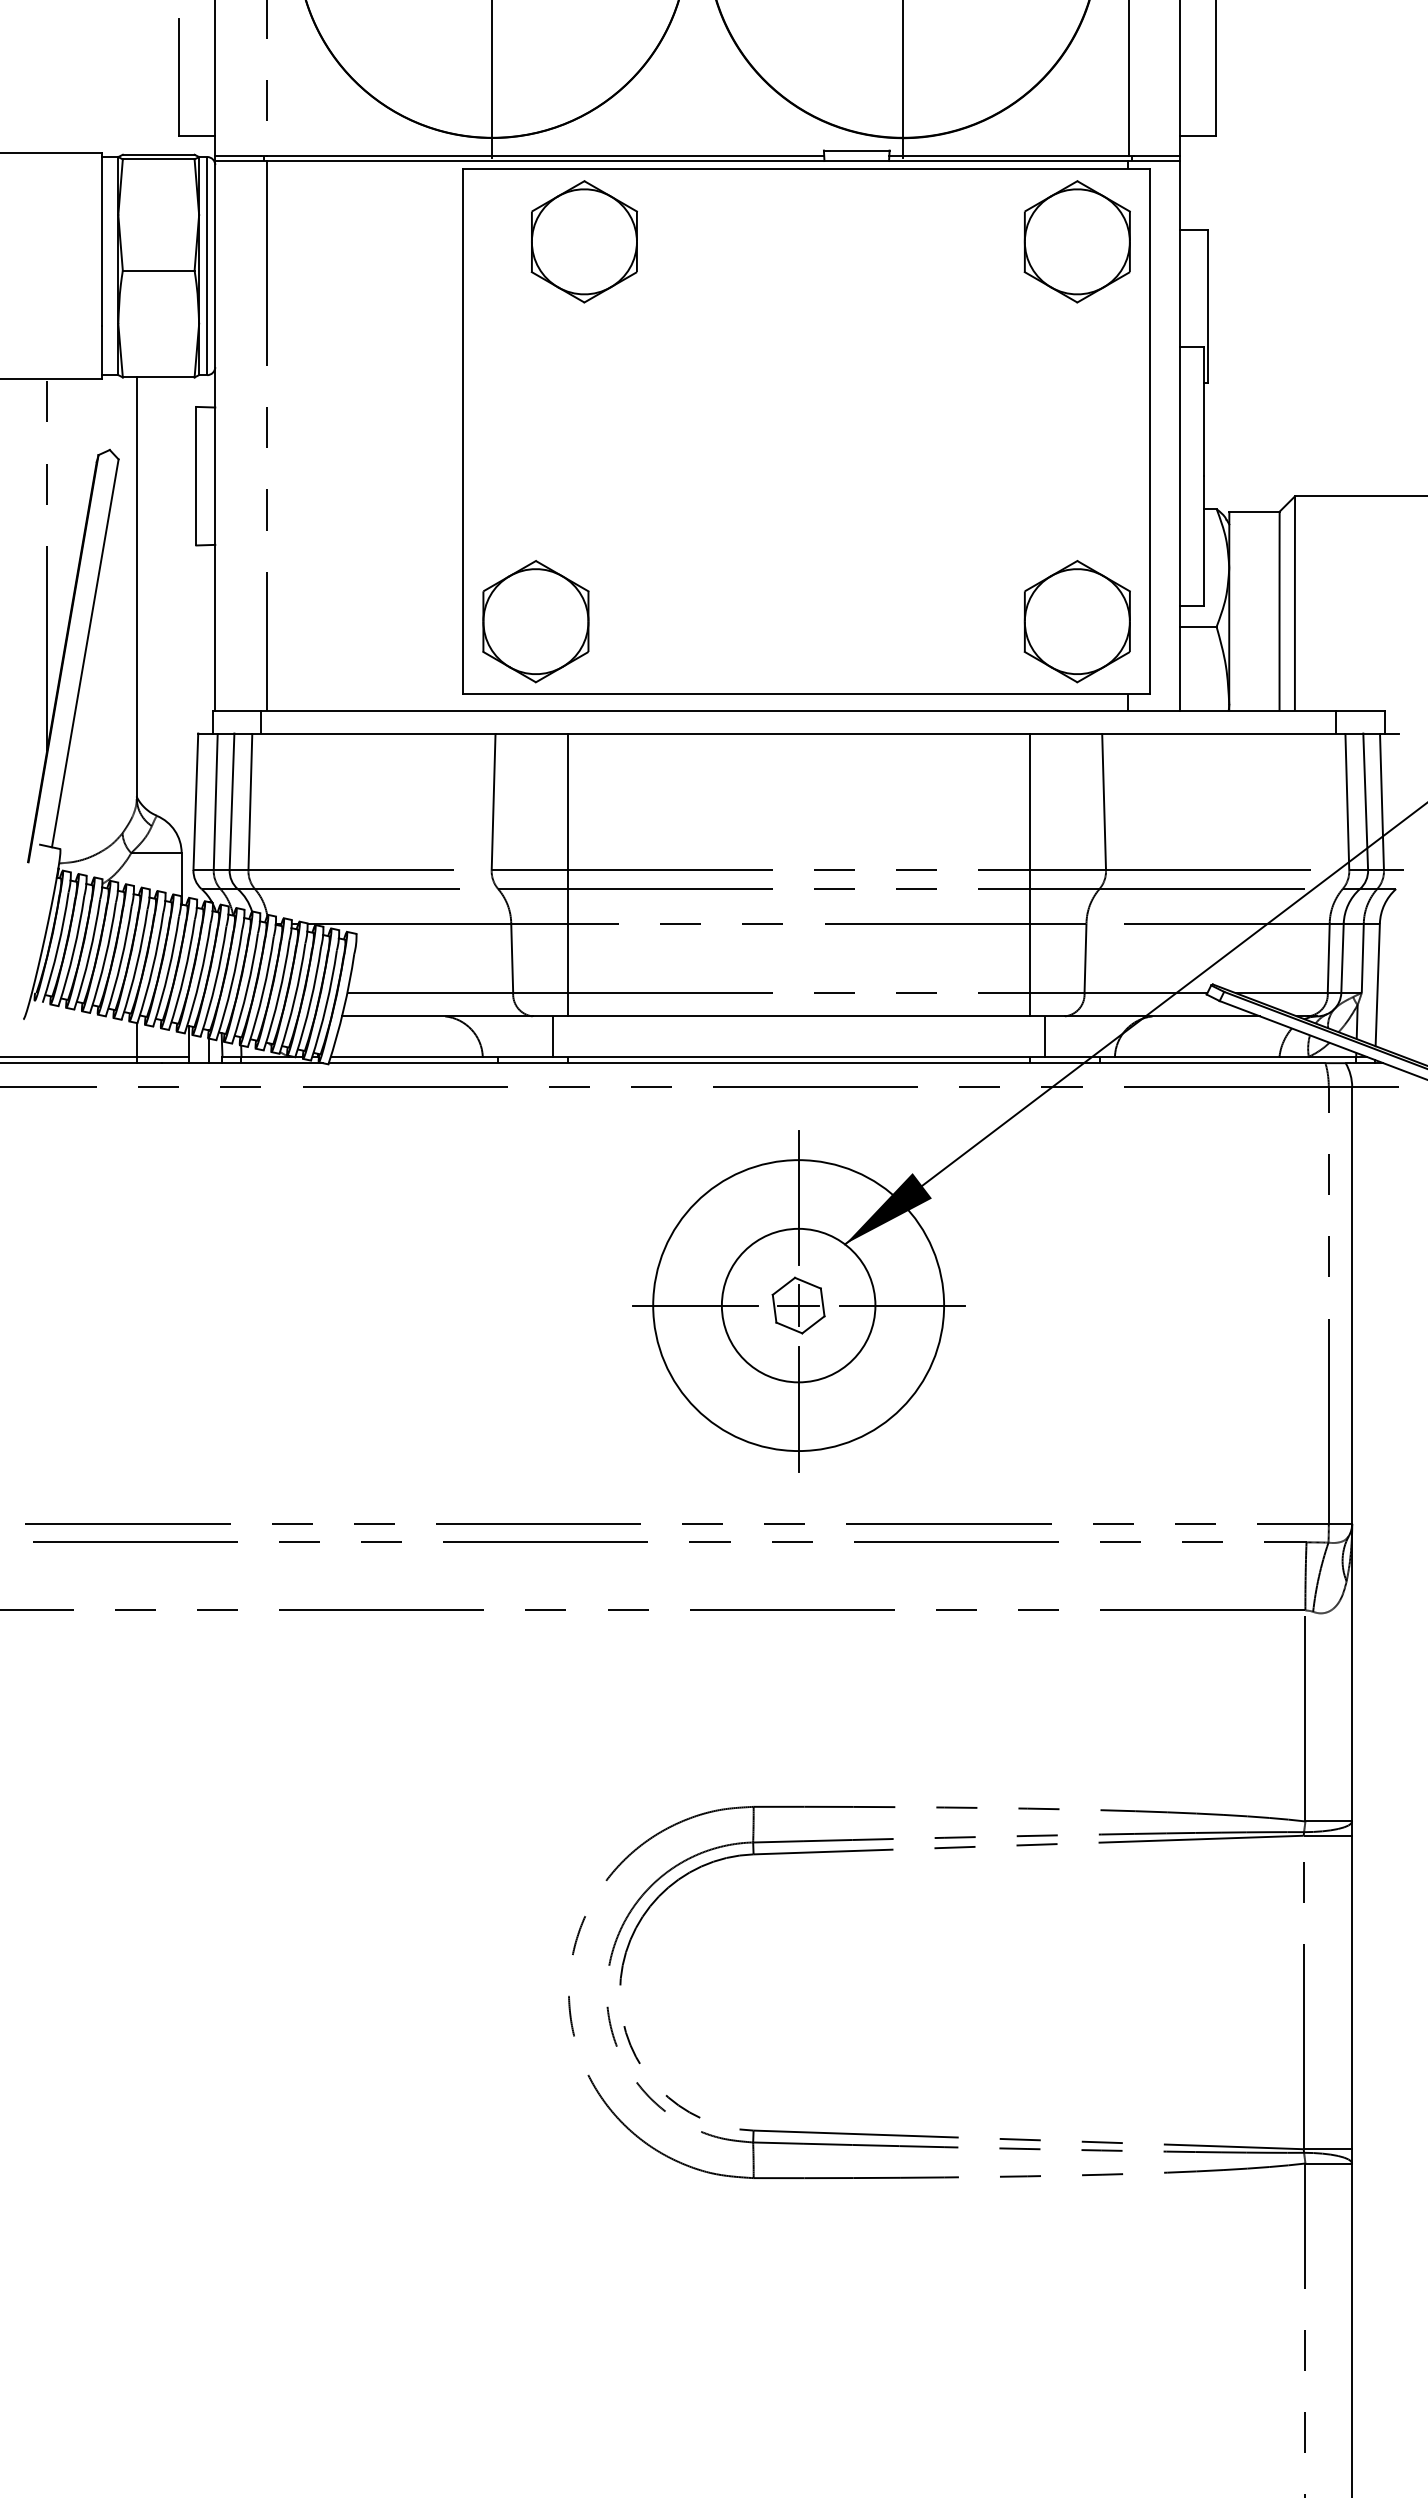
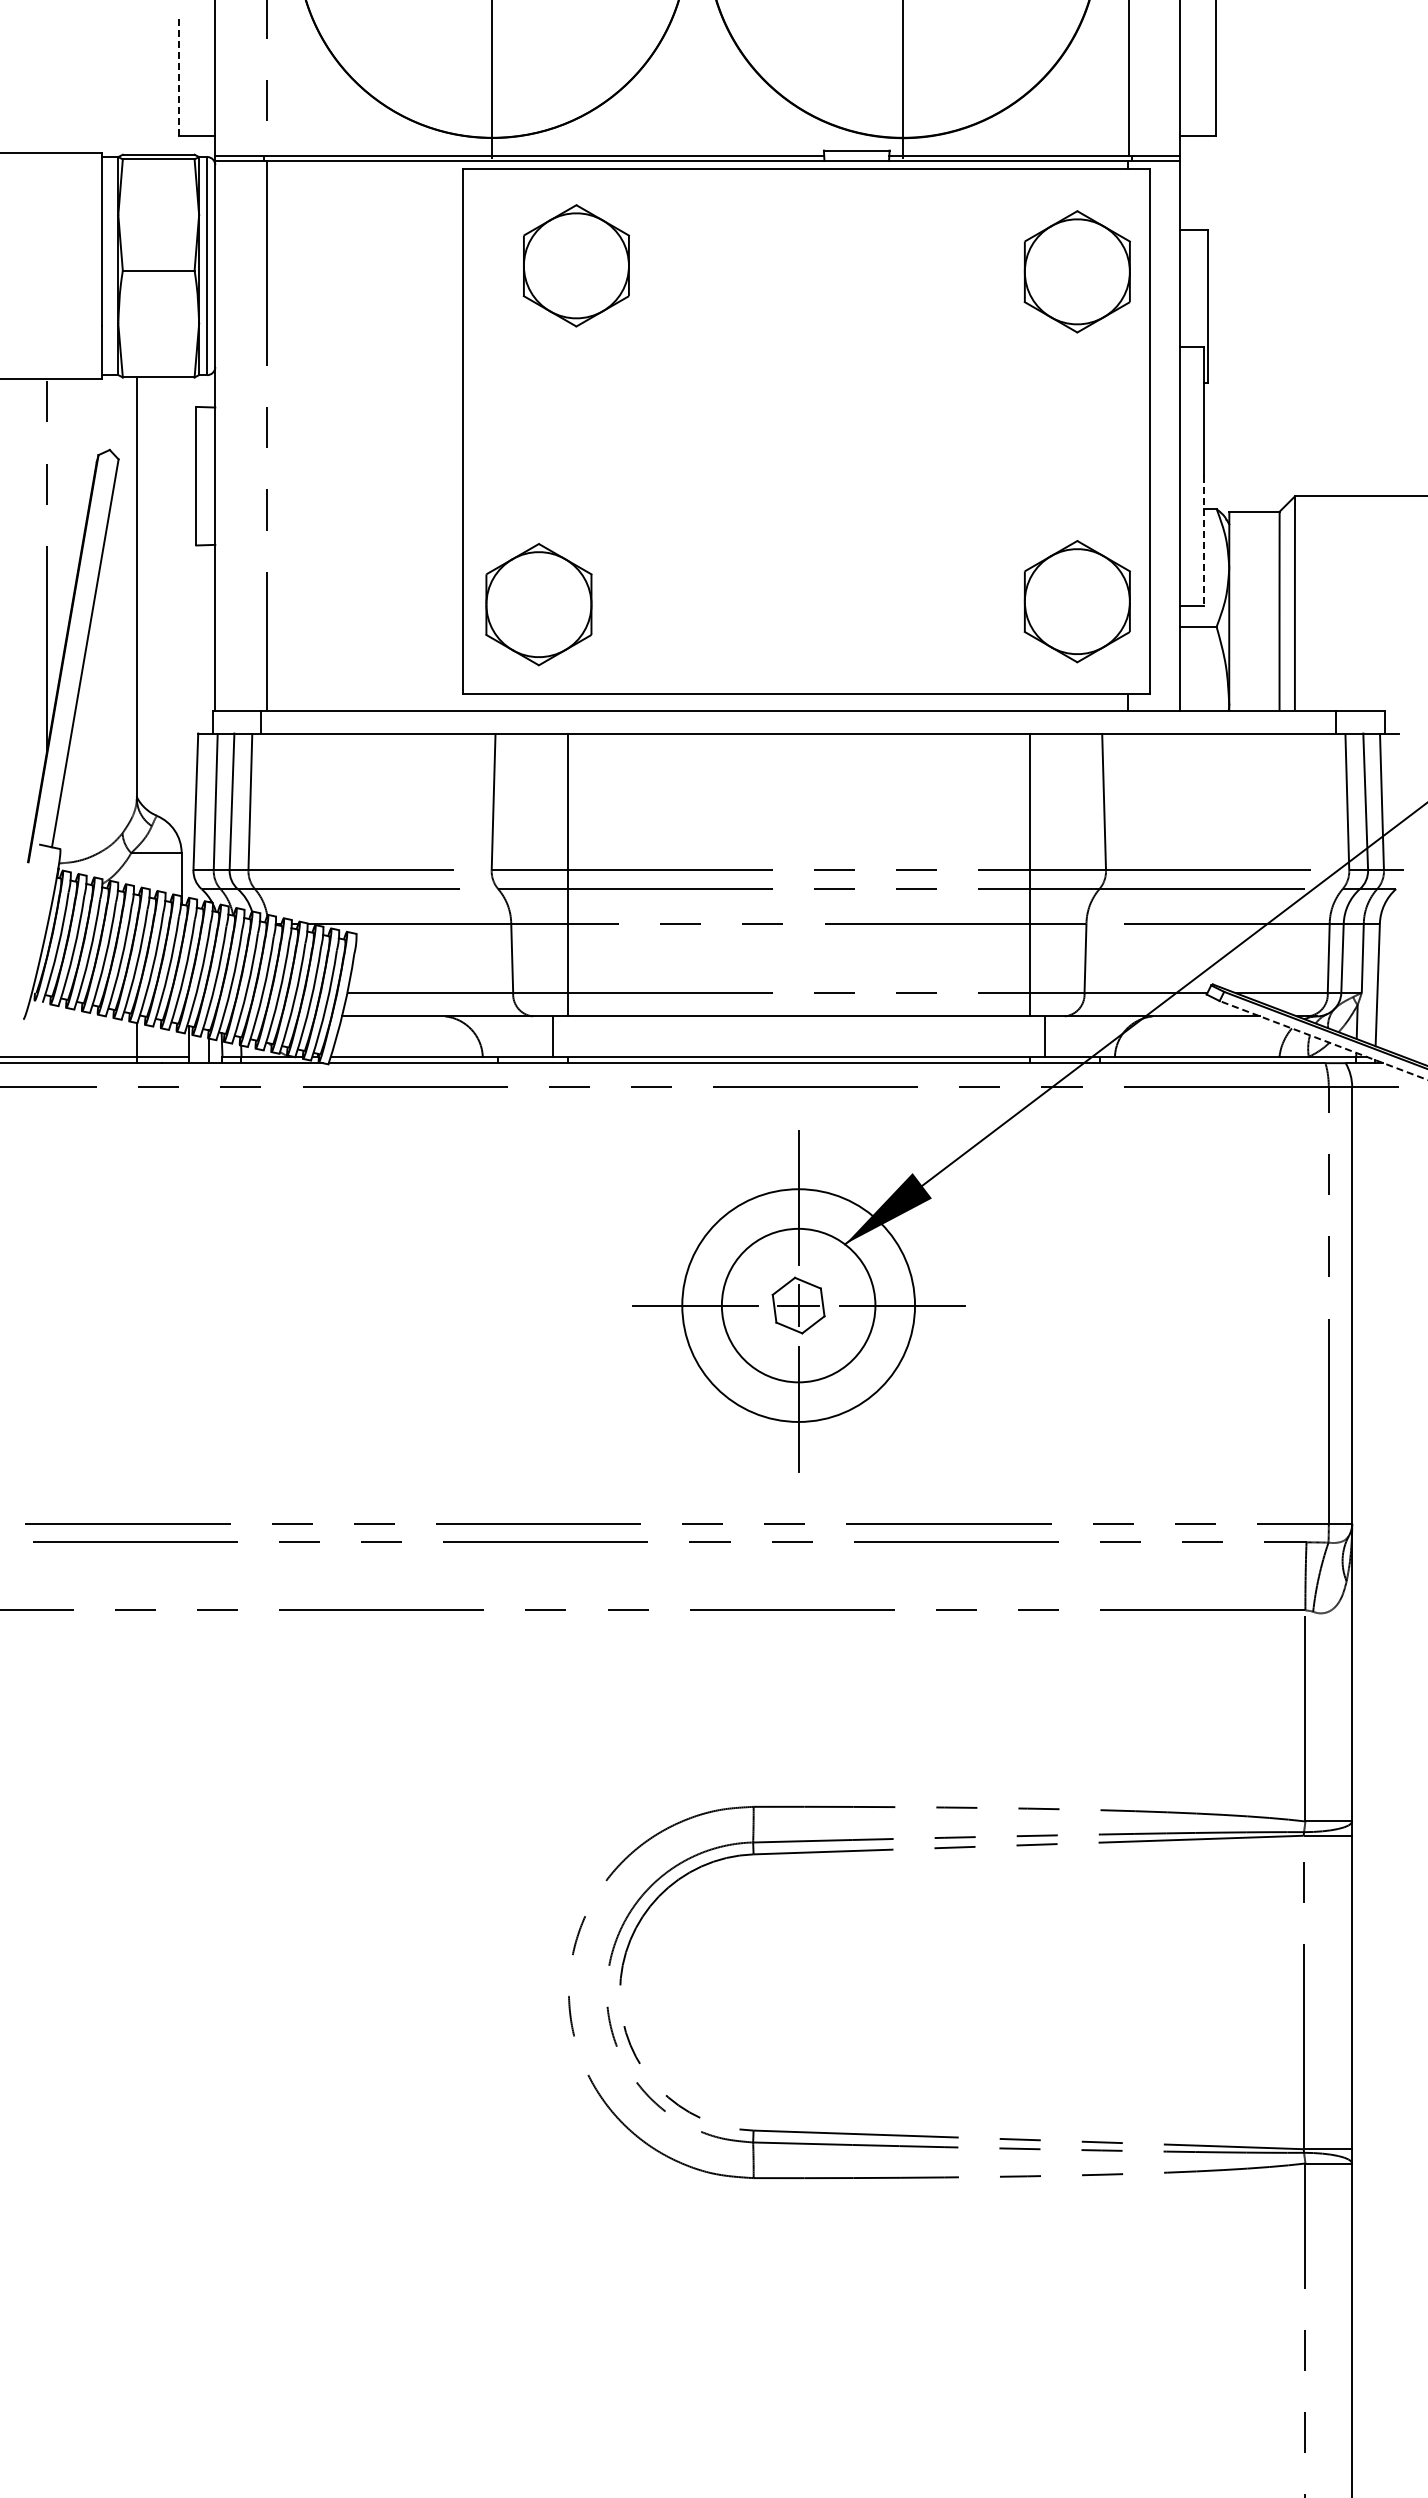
line at (178, 76): solid -> dashed
part at (583, 241) position: (583, 241) -> (575, 265)
part at (1076, 241) position: (1076, 241) -> (1076, 271)
line at (1204, 540): solid -> dashed
part at (535, 621) position: (535, 621) -> (538, 604)
part at (1076, 621) position: (1076, 621) -> (1076, 601)
line at (1323, 1040): solid -> dashed
circle at (798, 1305) diameter: 291 px -> 233 px
